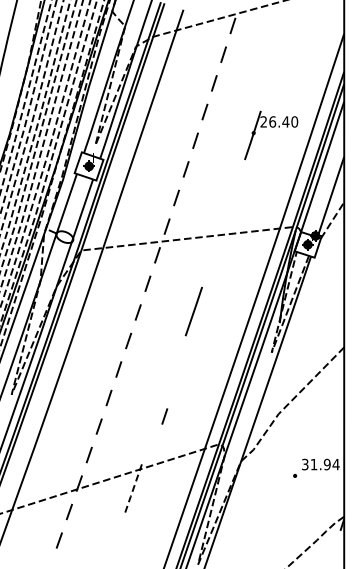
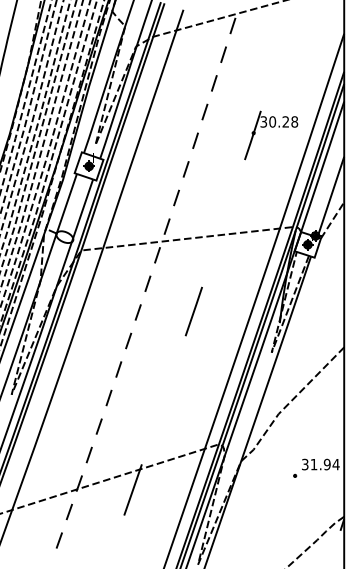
text at (279, 121): 26.40 -> 30.28
line at (164, 416): present -> none
line at (132, 490): dashed -> solid
